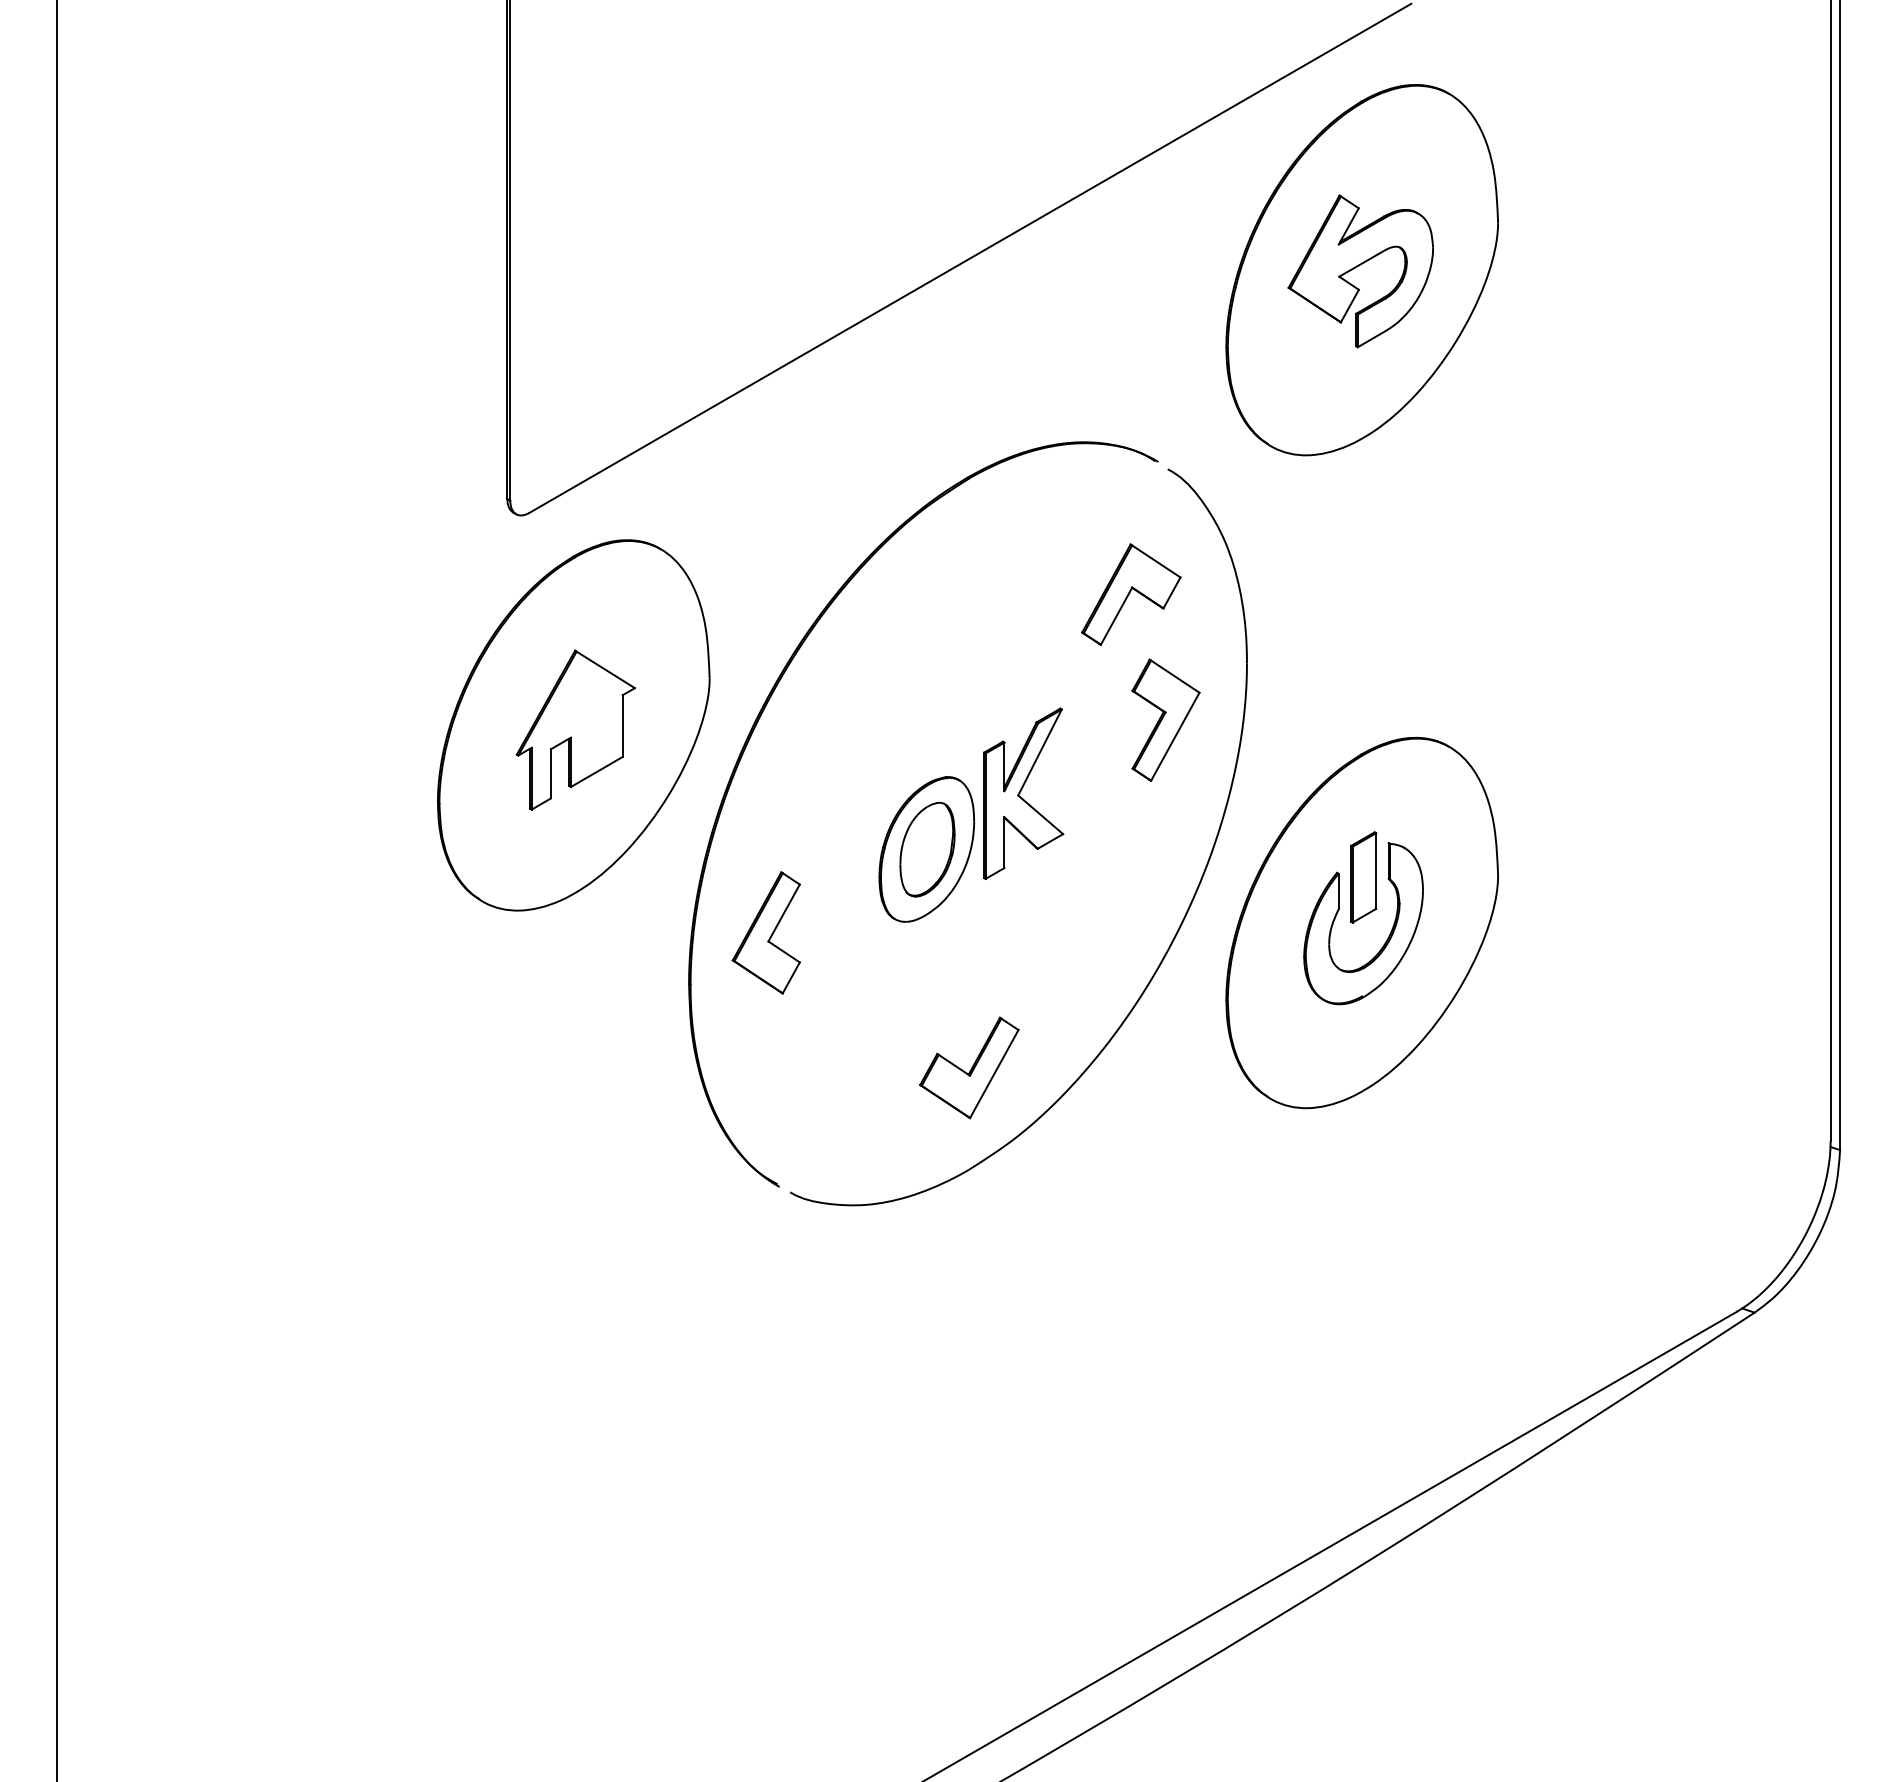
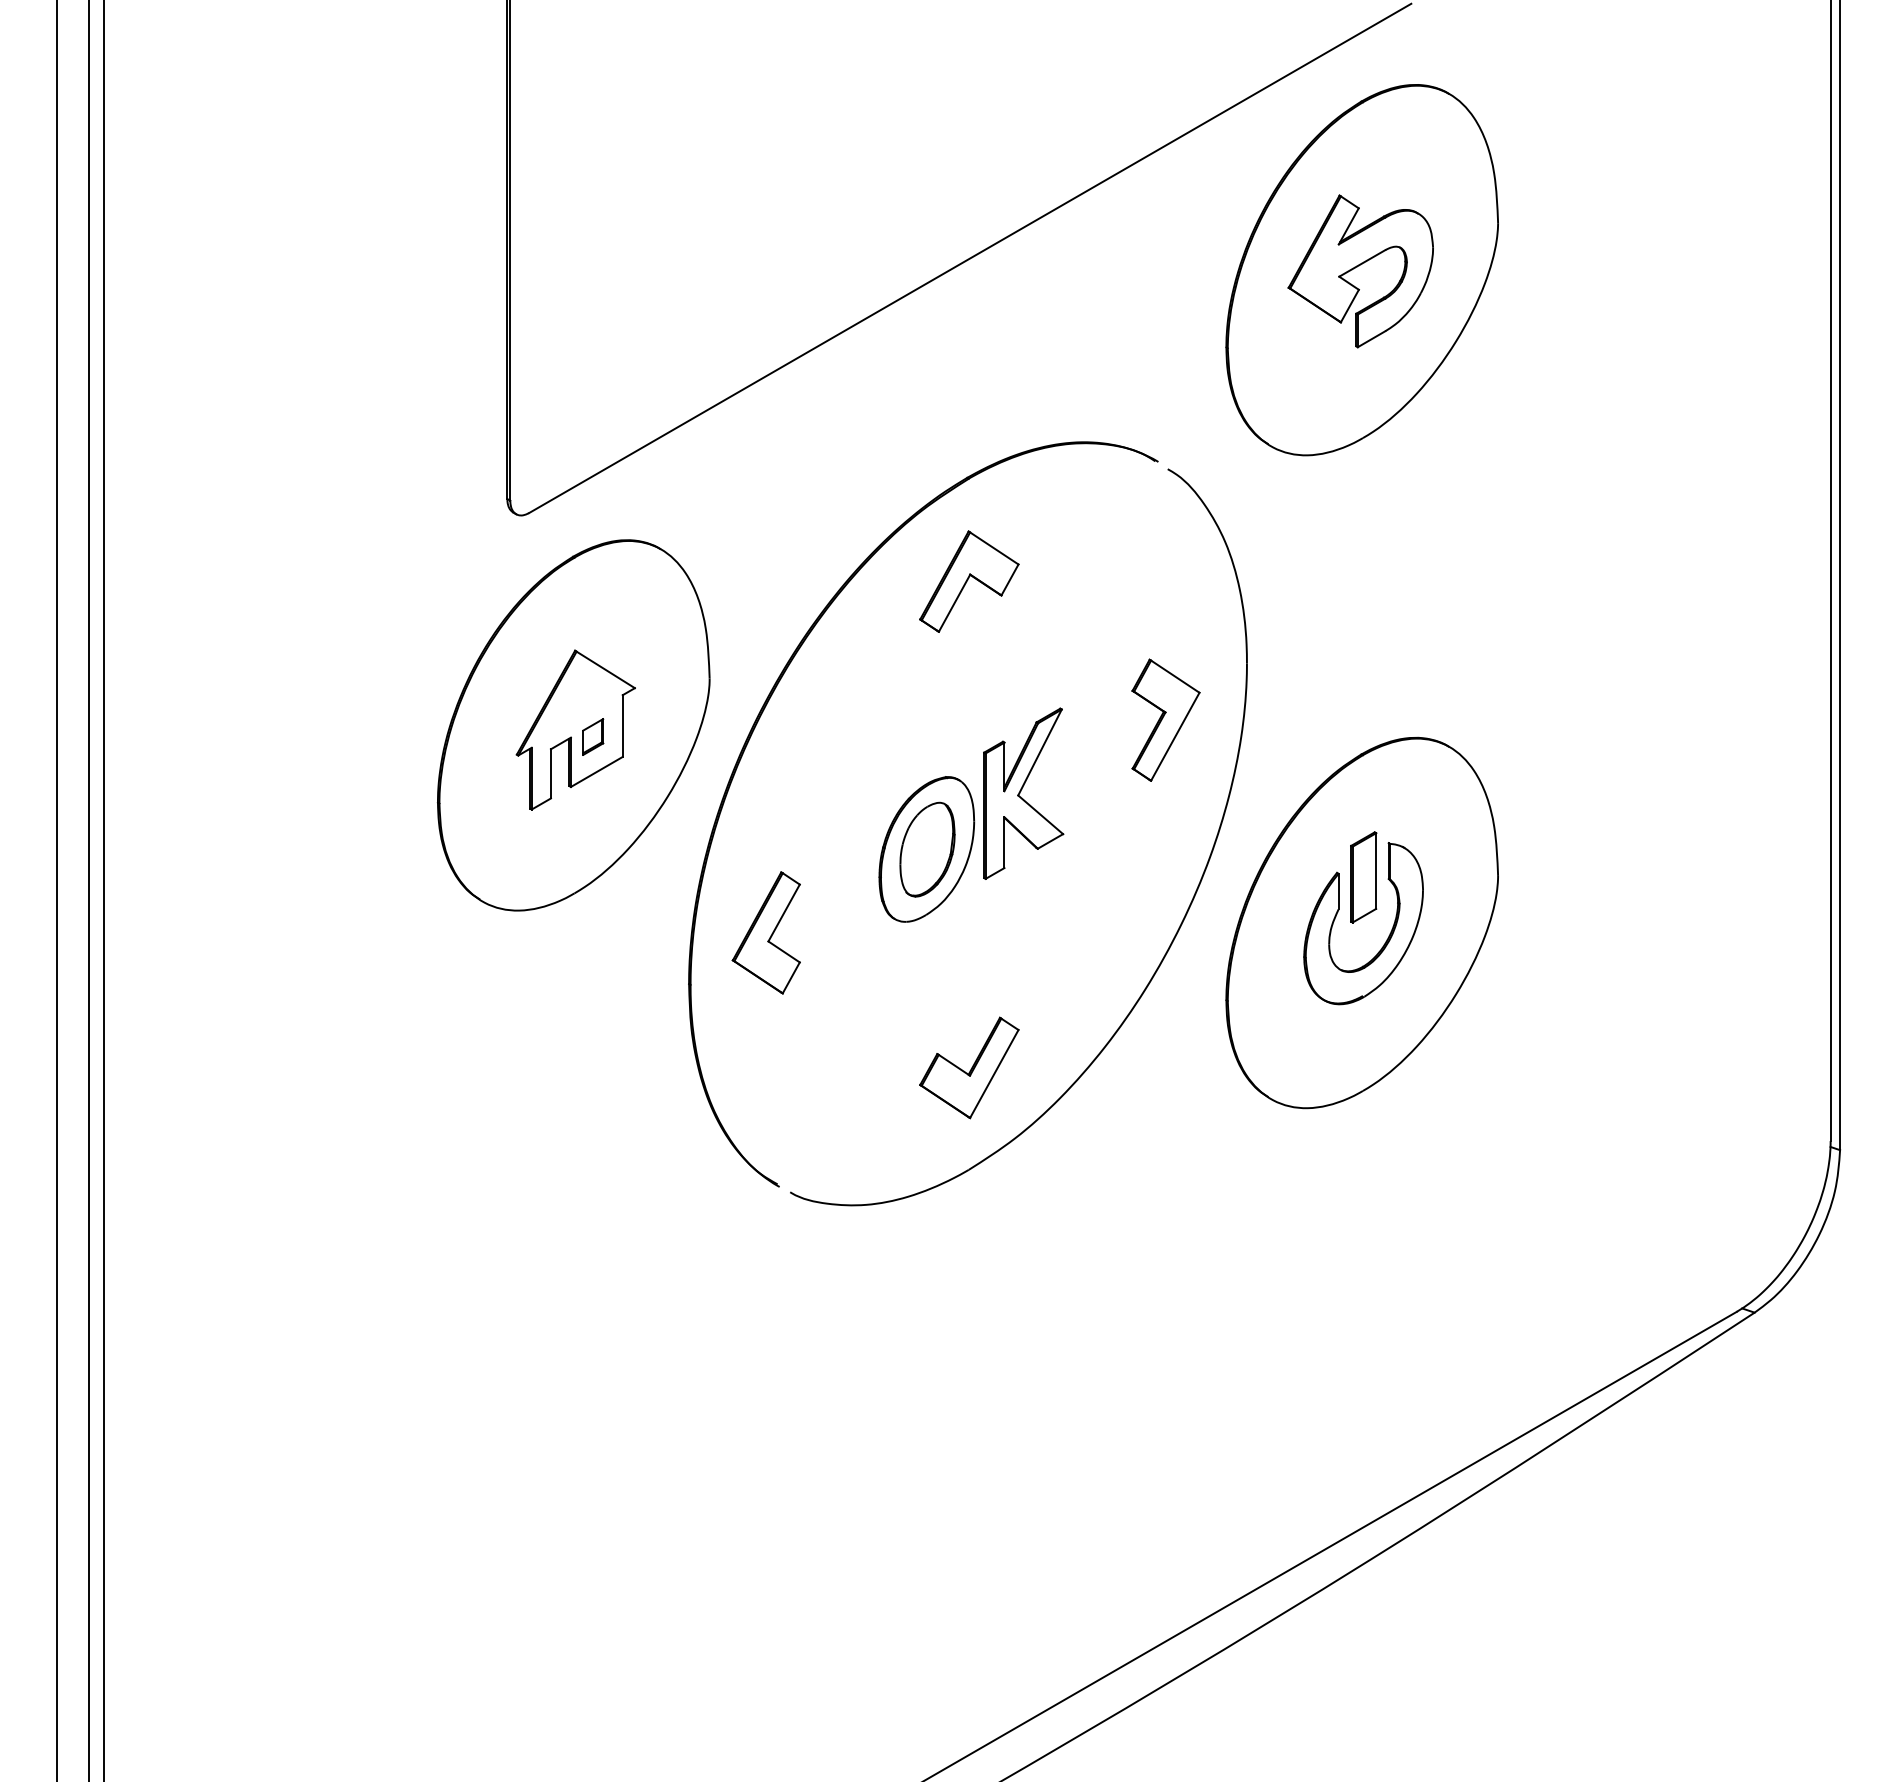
part at (1131, 594) position: (1131, 594) -> (969, 581)
part at (593, 736): none -> present
line at (89, 890): none -> present
line at (103, 890): none -> present
